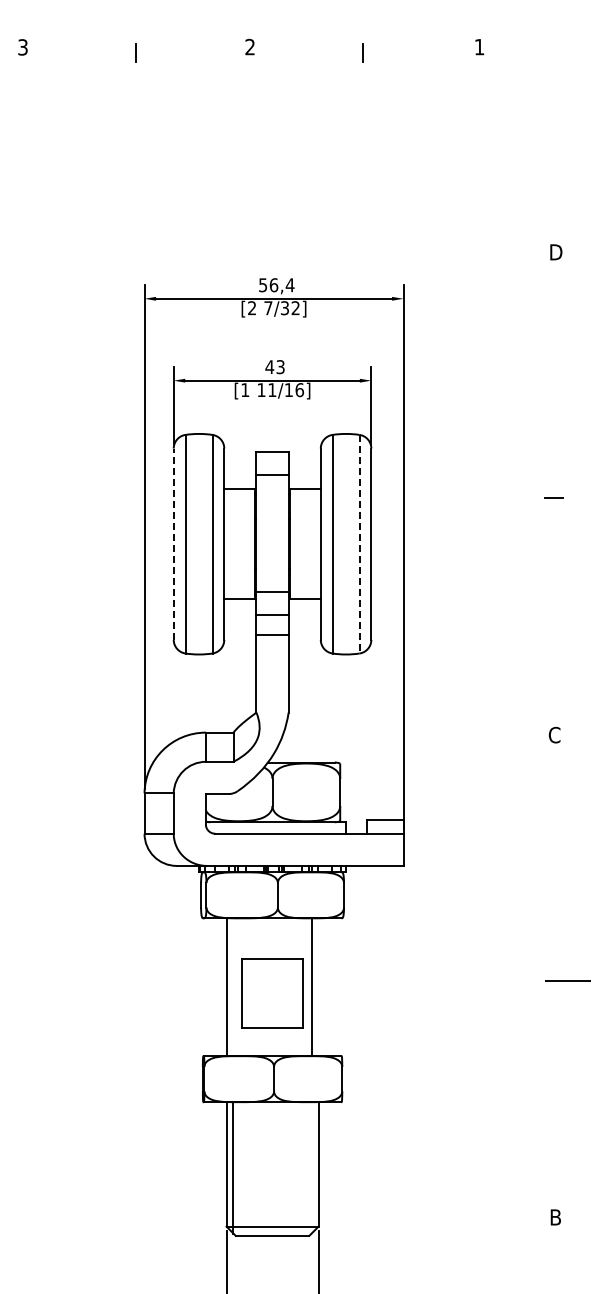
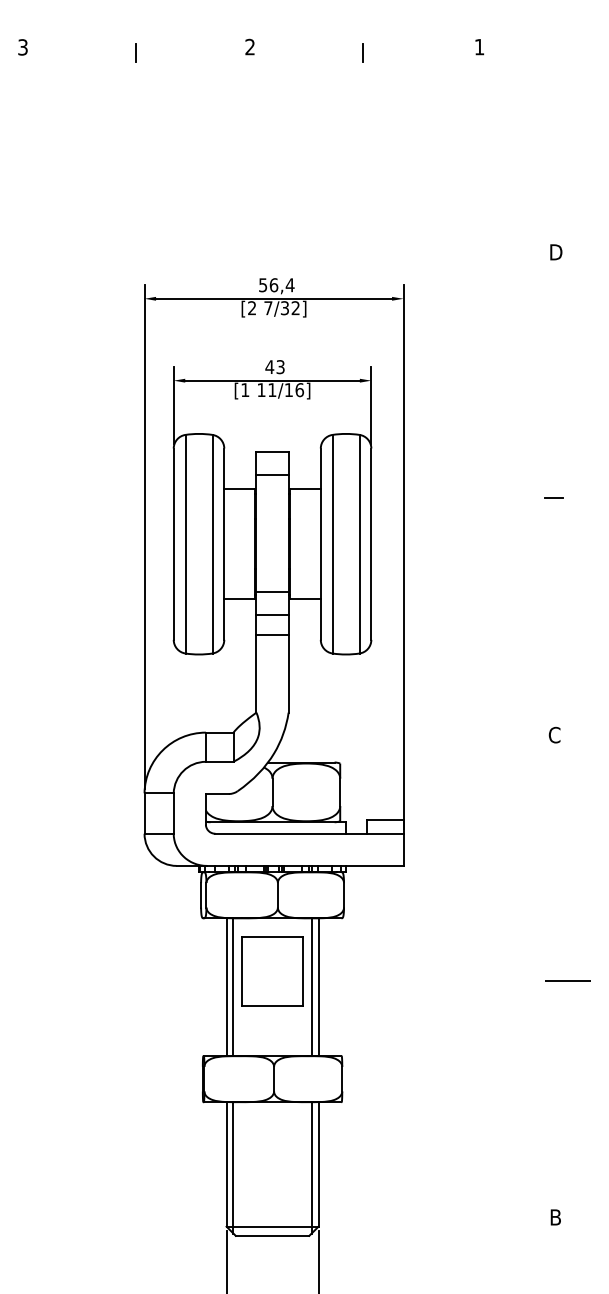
line at (173, 544): dashed -> solid
line at (359, 544): dashed -> solid
line at (233, 987): none -> present
line at (318, 987): none -> present
part at (272, 993) position: (272, 993) -> (272, 971)
line at (311, 1167): none -> present
